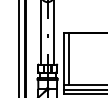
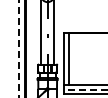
line at (19, 49): solid -> dashed
line at (85, 89): solid -> dashed
